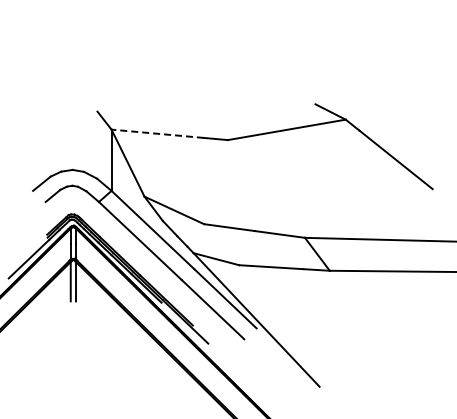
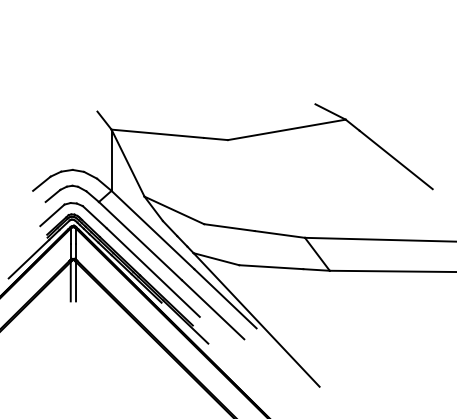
line at (157, 133): dashed -> solid
part at (128, 250): none -> present
